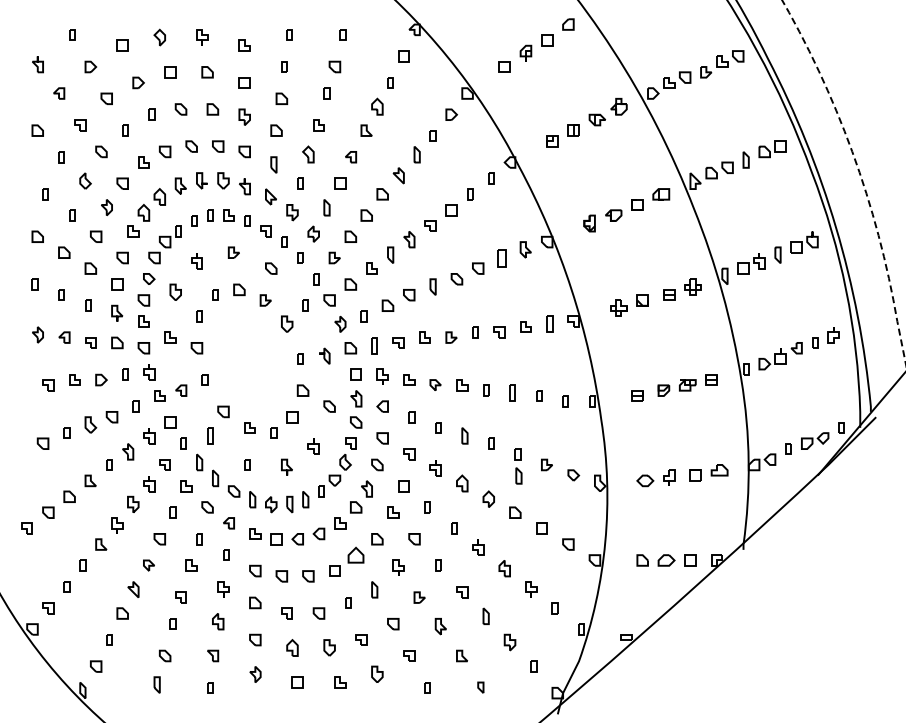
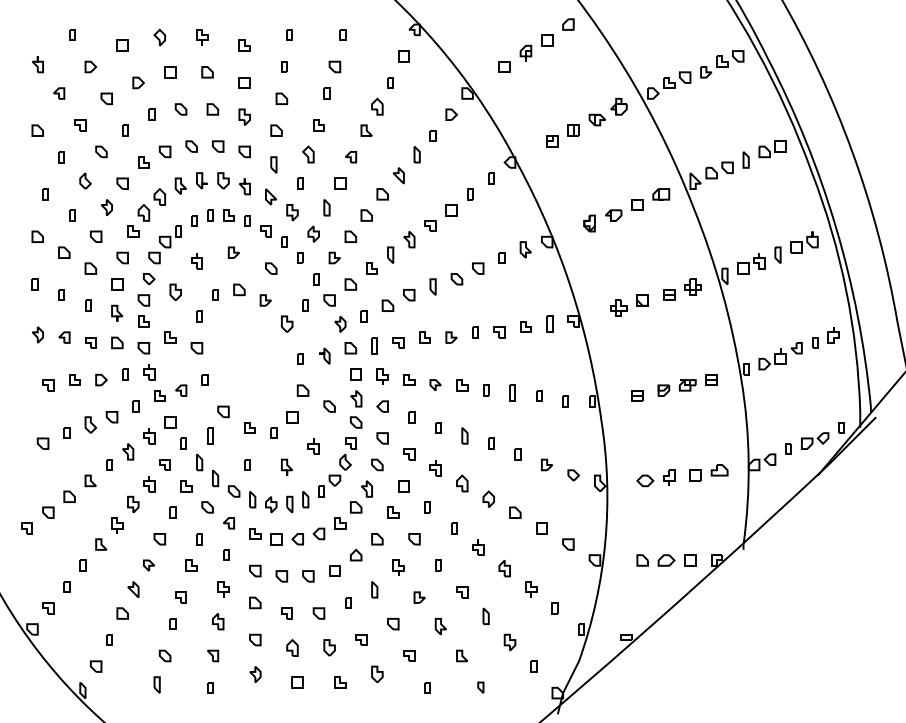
line at (861, 177): dashed -> solid
part at (501, 258) size: 10x19 px -> 8x12 px
part at (518, 475): present -> none
part at (355, 554) size: 18x18 px -> 13x14 px
